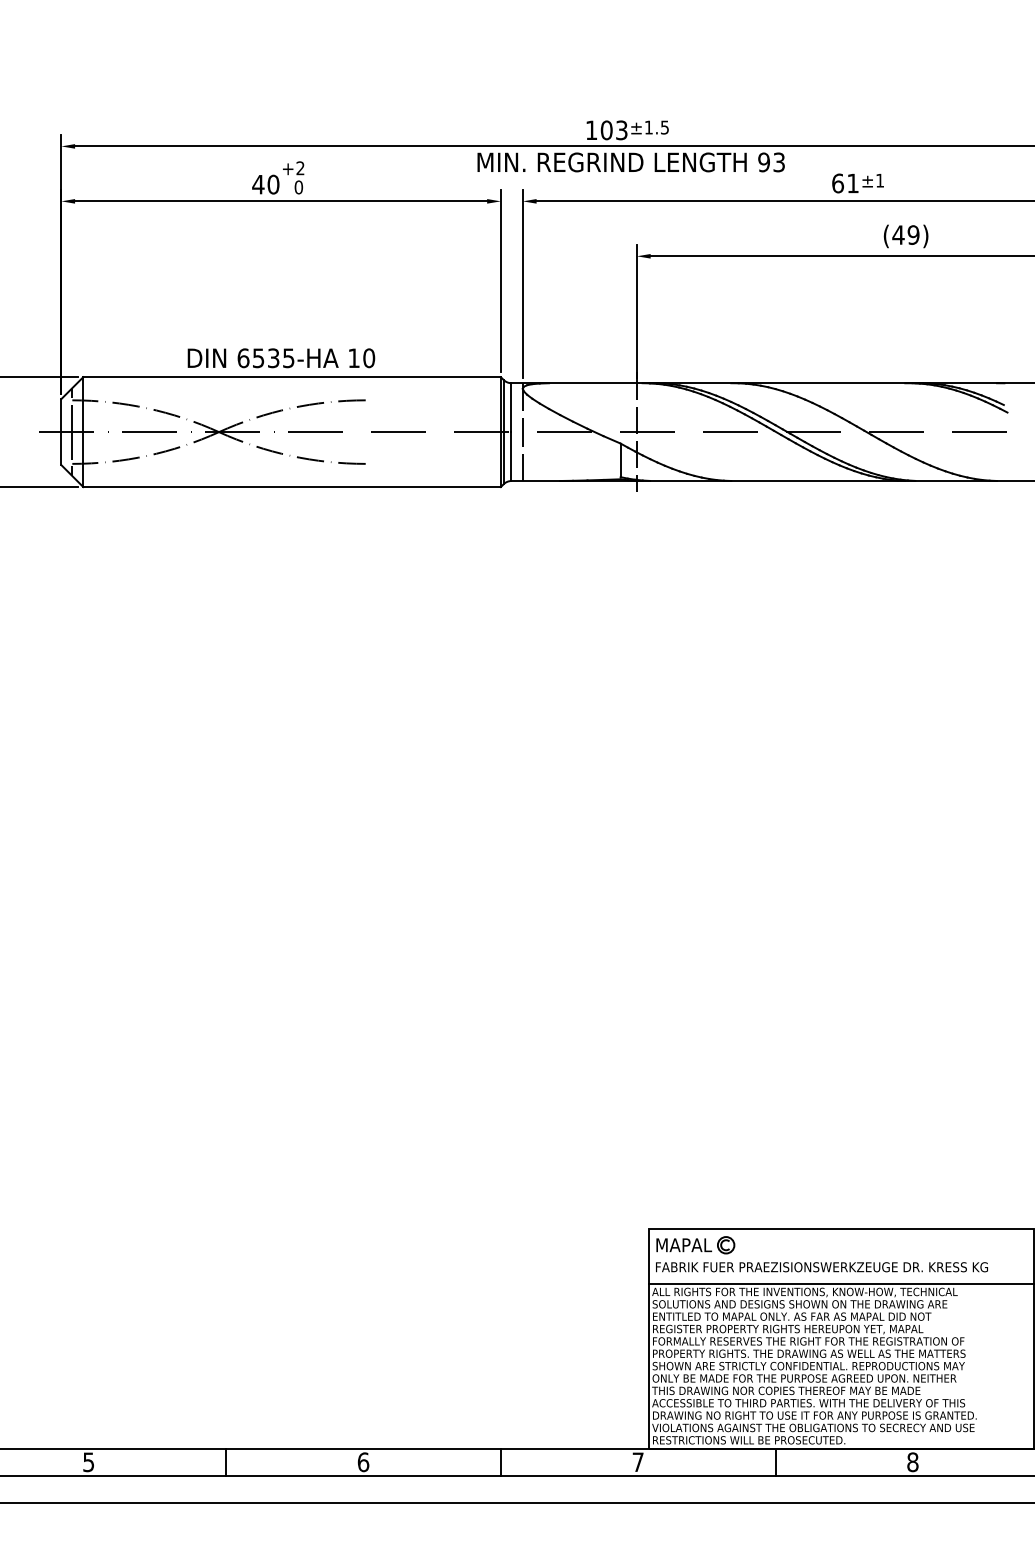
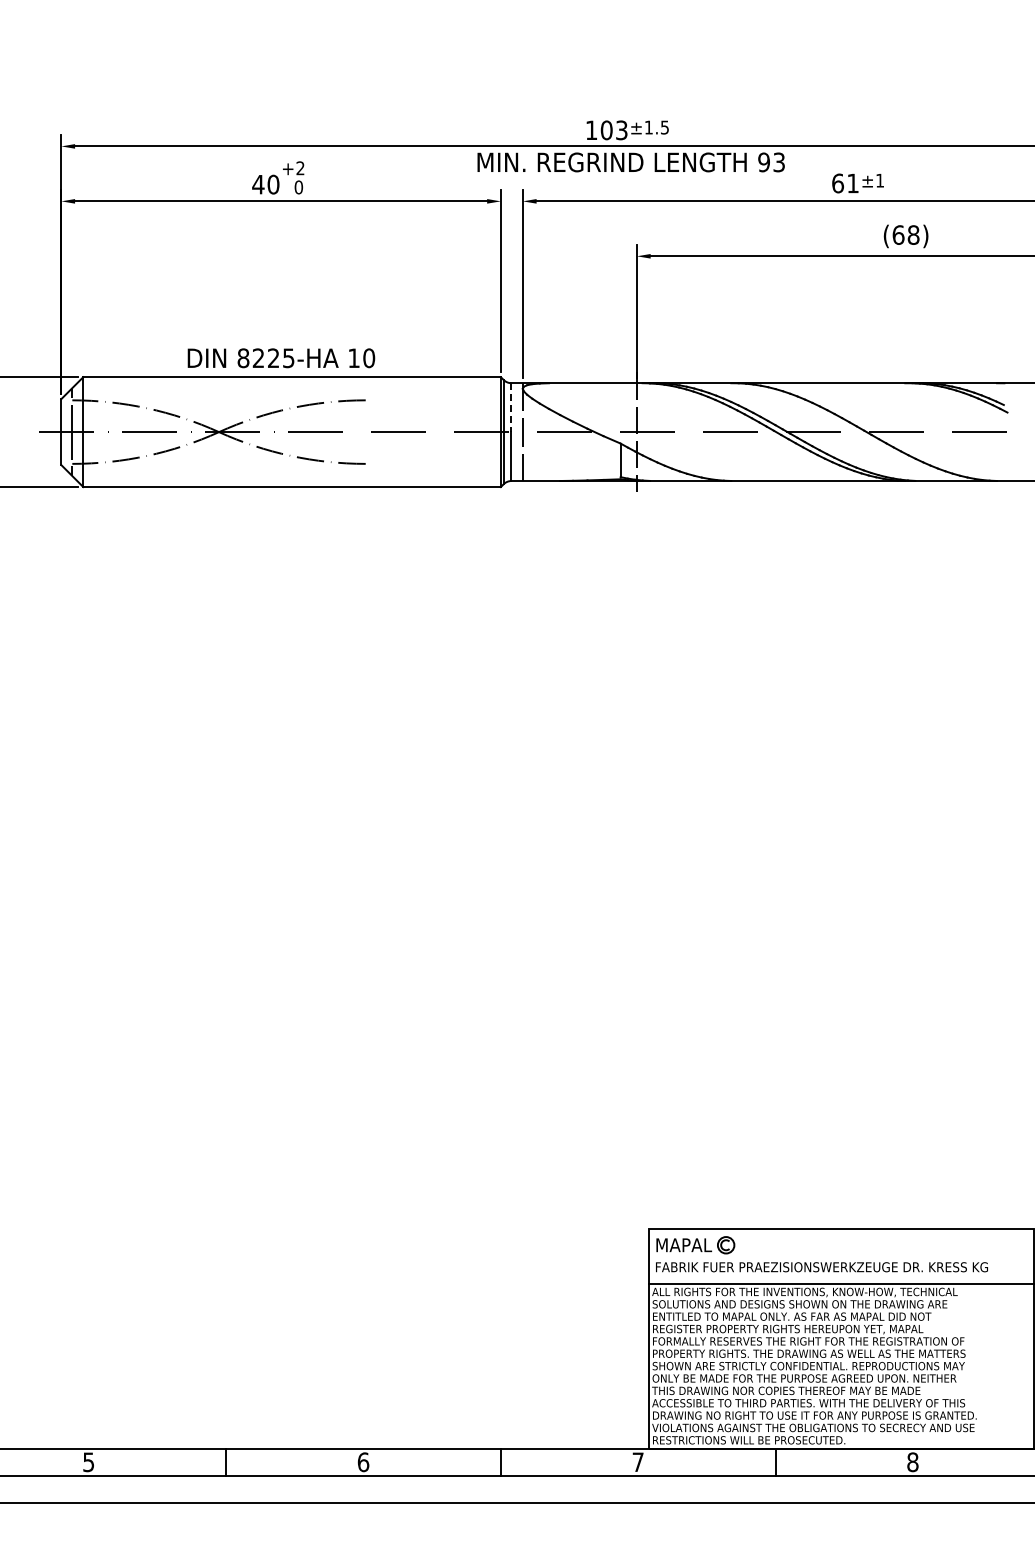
text at (905, 234): (49) -> (68)
text at (258, 358): 6535-HA -> 8225-HA
line at (511, 408): solid -> dashed
